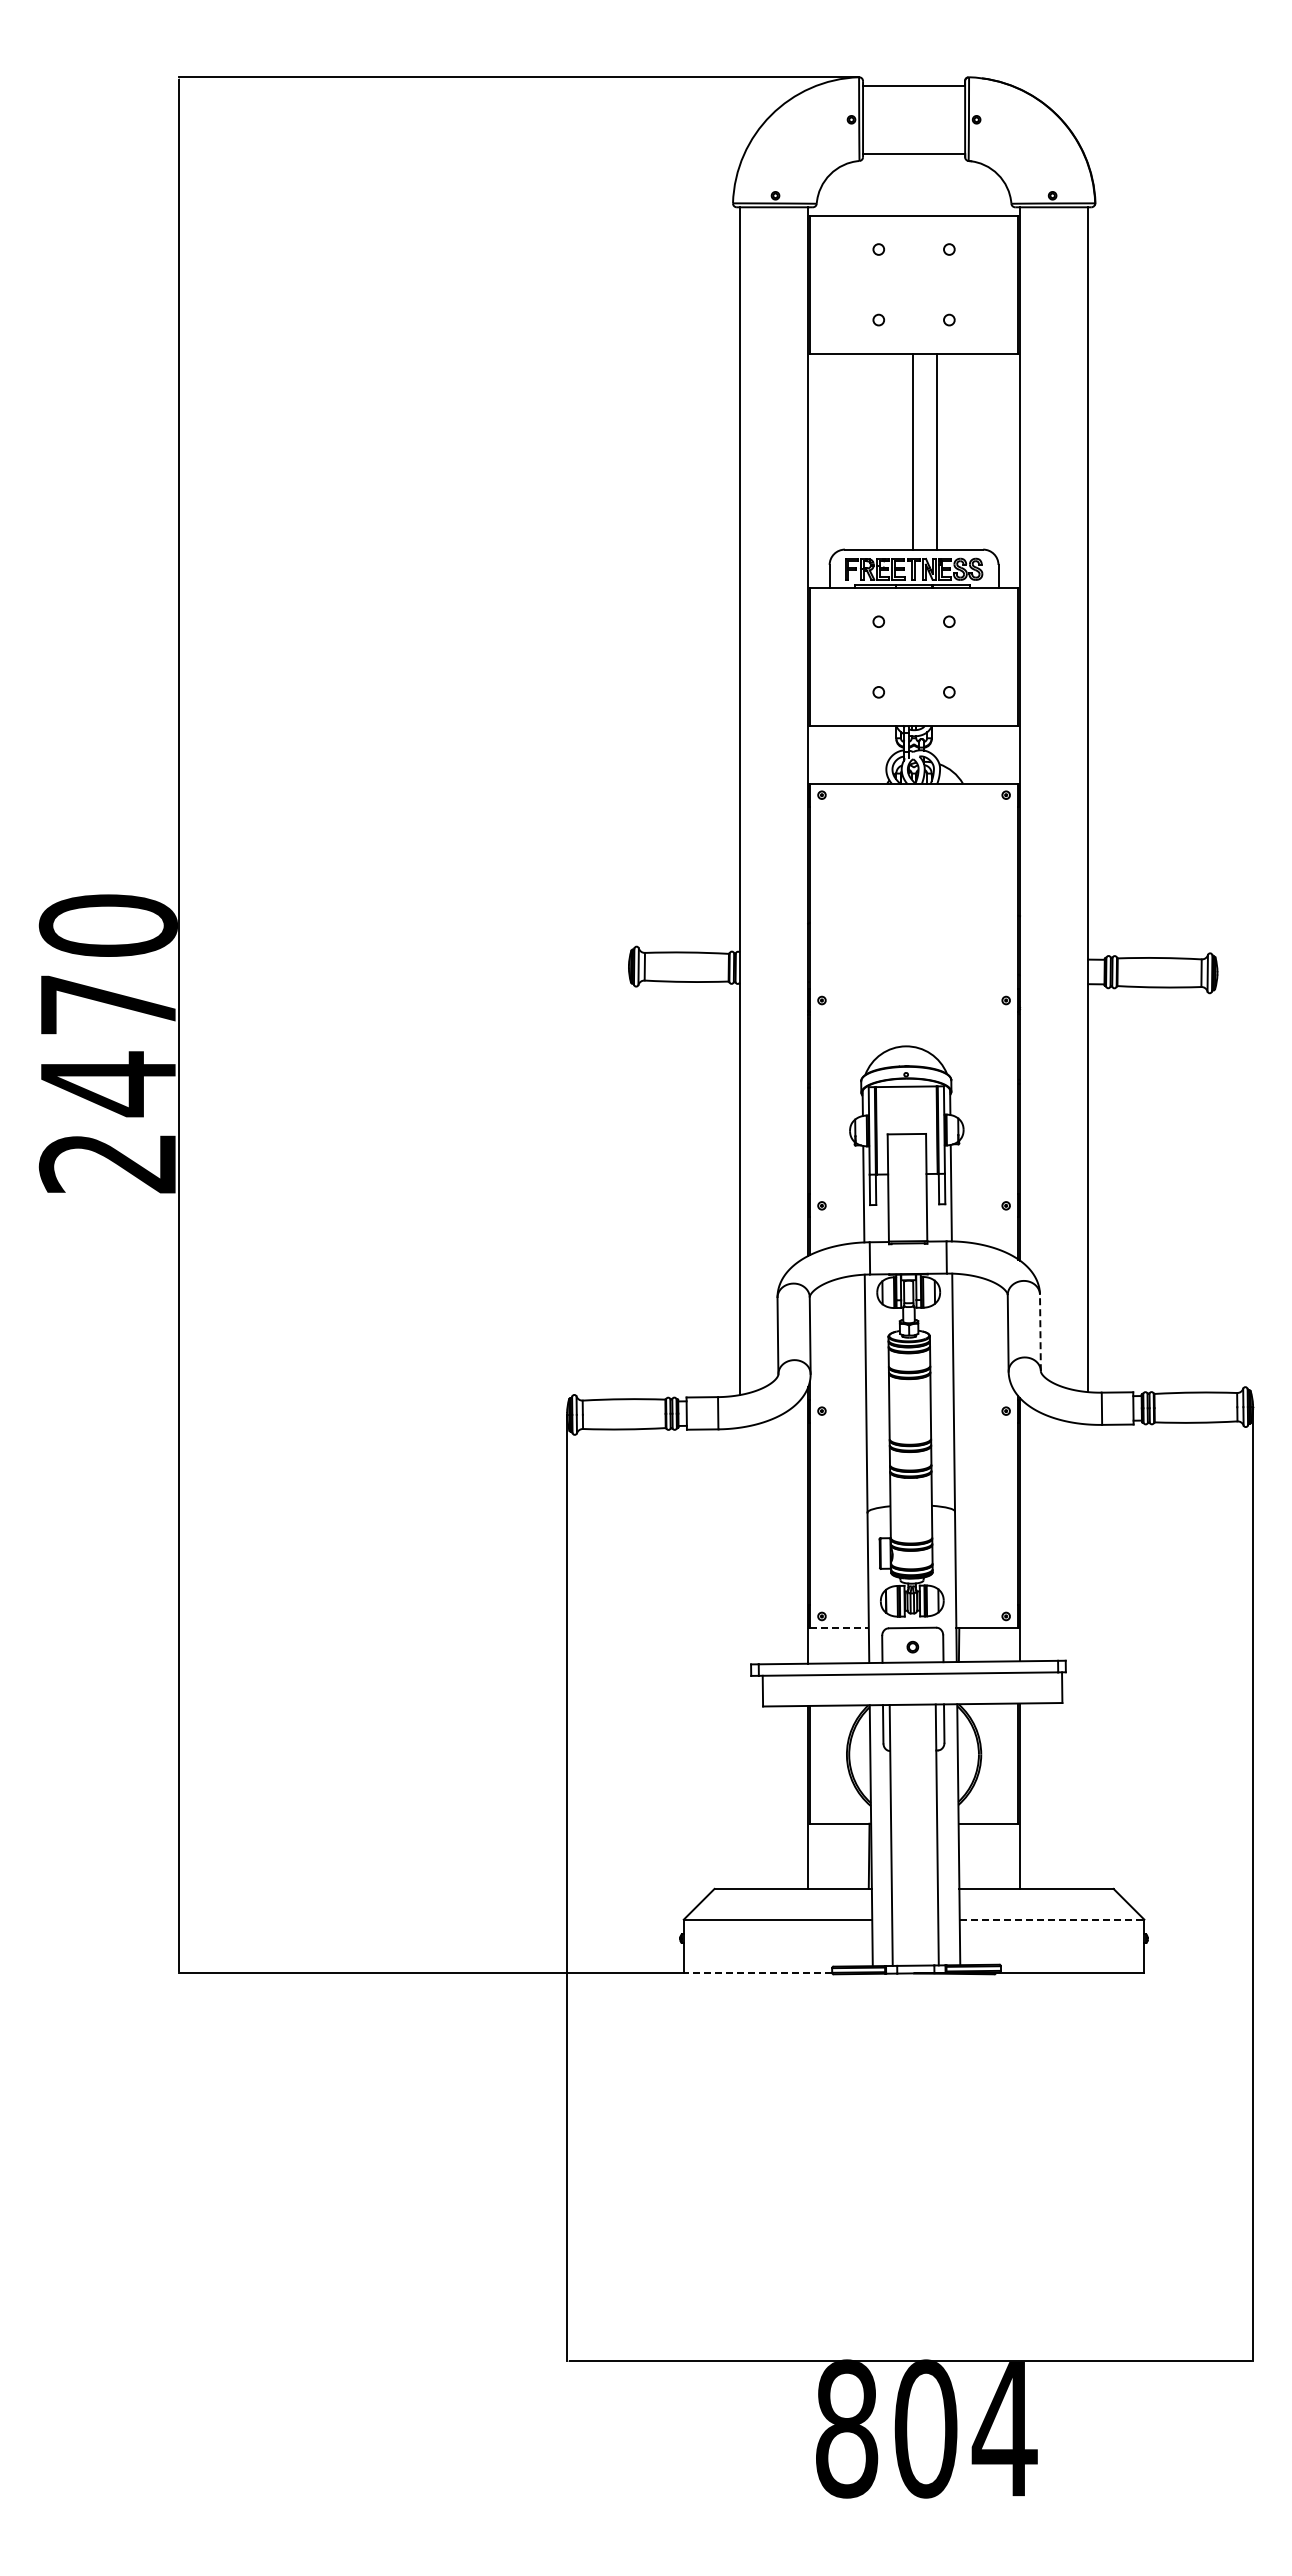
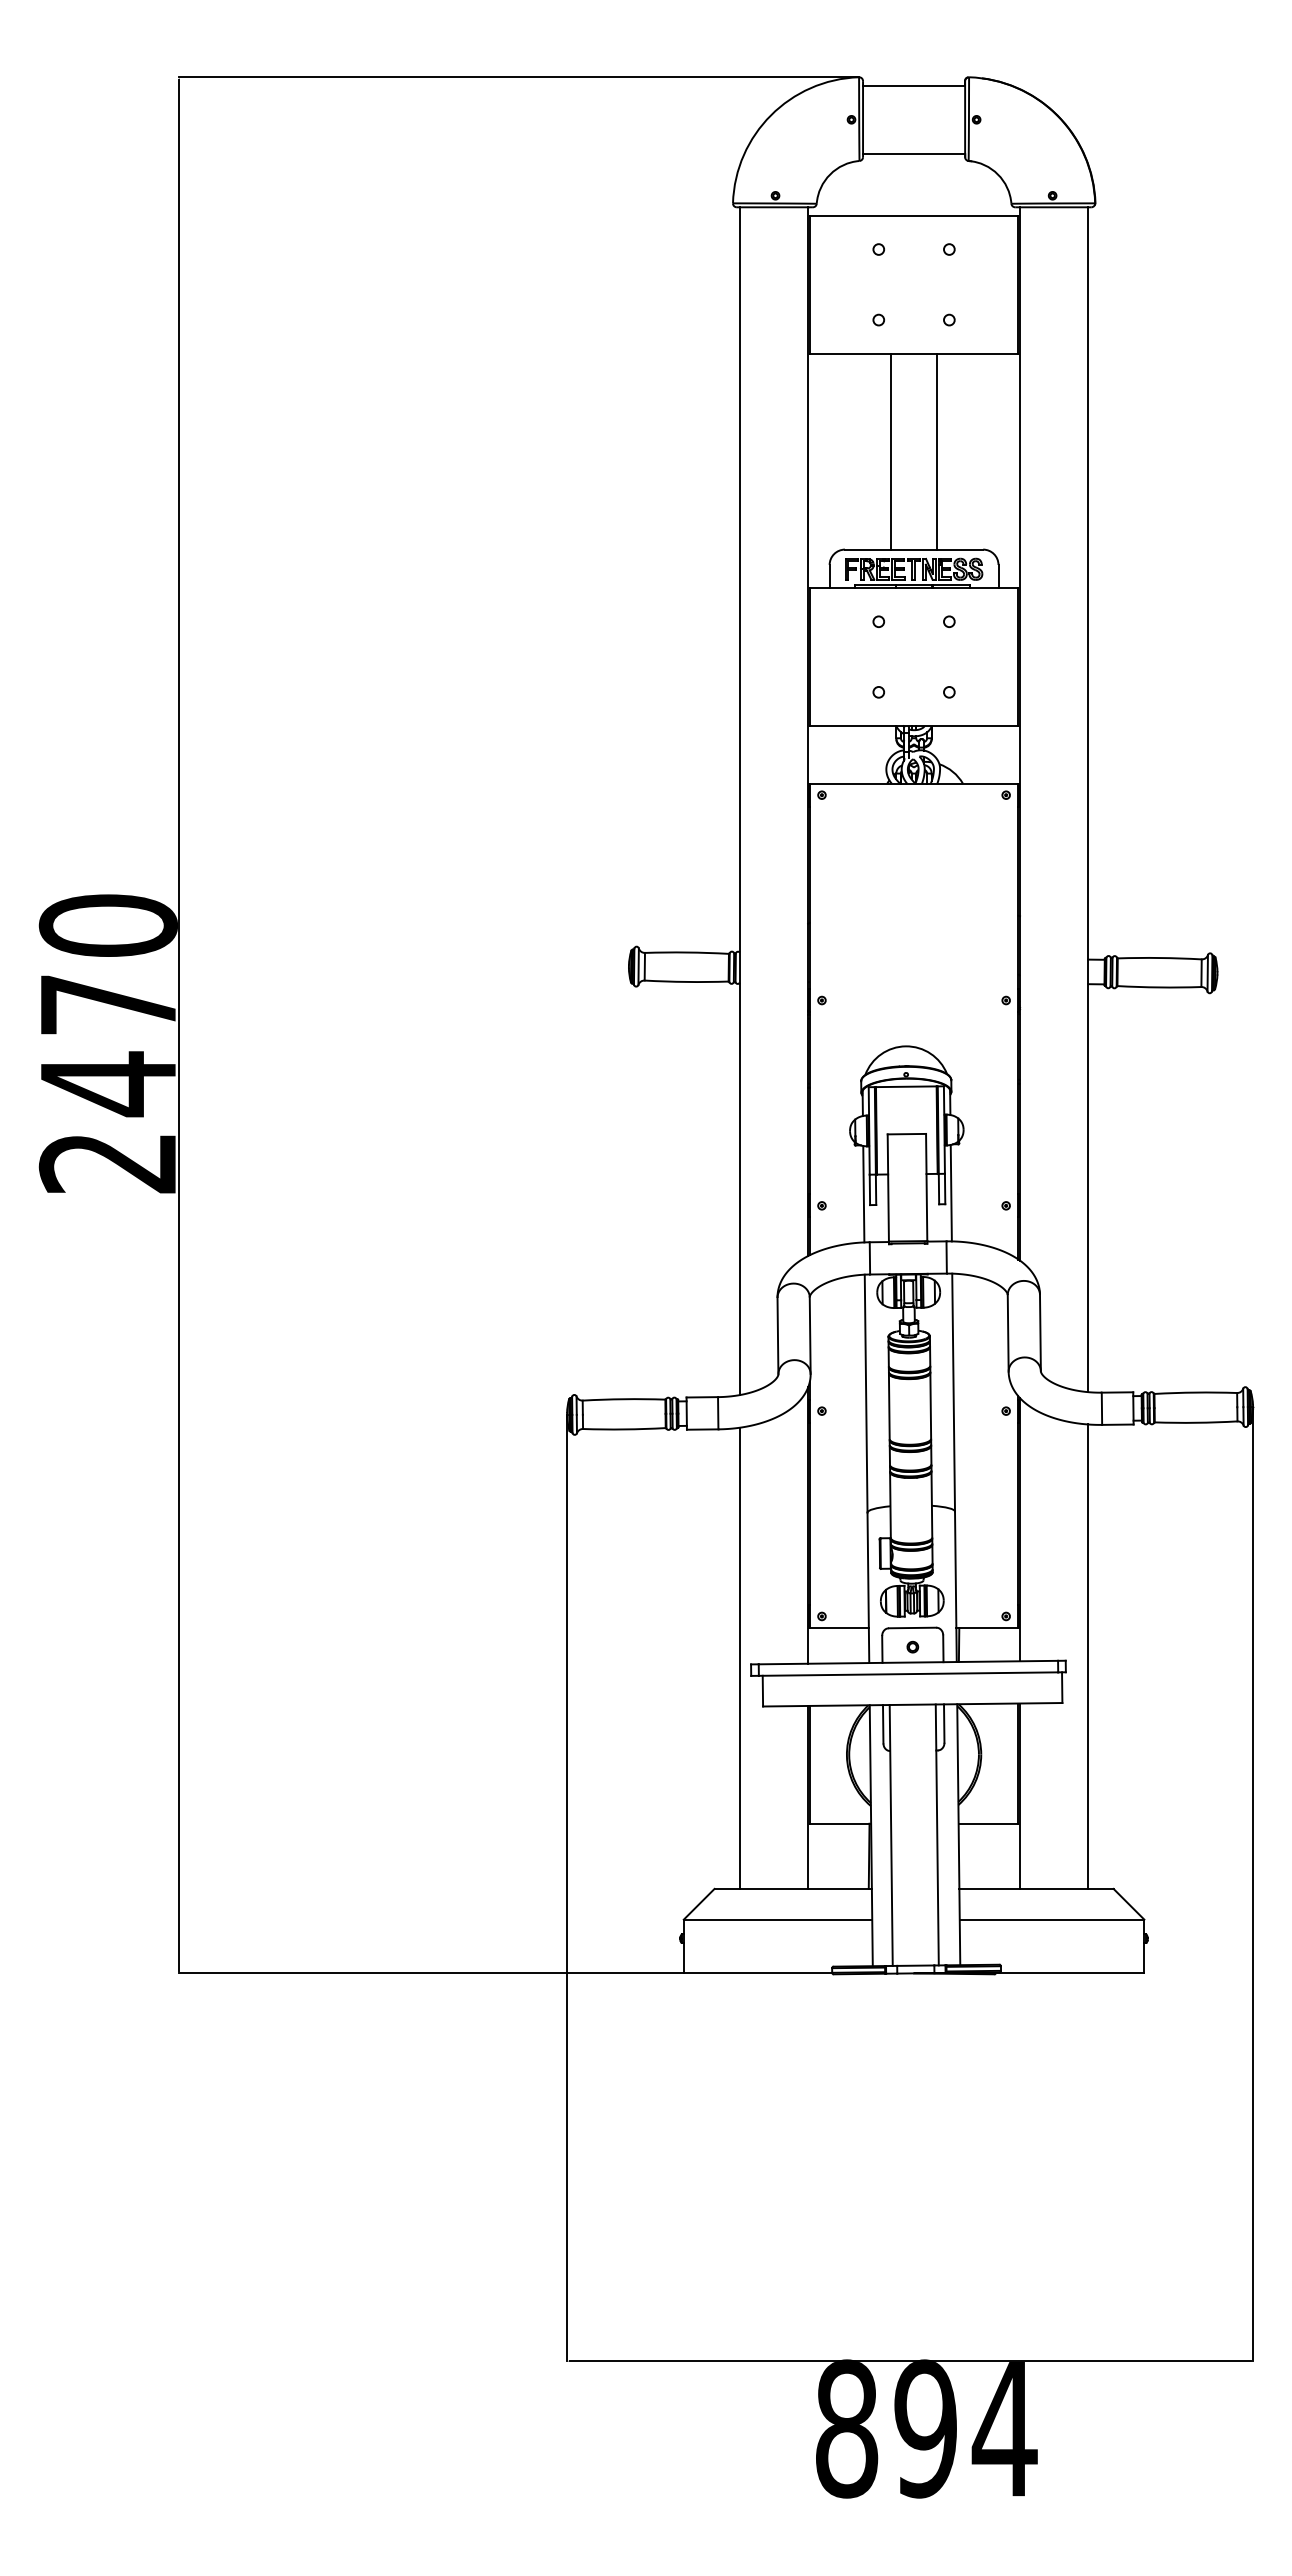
line at (913, 451) position: (913, 451) -> (891, 451)
line at (1040, 1332): dashed -> solid
line at (839, 1627): dashed -> solid
line at (1088, 1656): none -> present
line at (739, 1657): none -> present
line at (1052, 1919): dashed -> solid
line at (757, 1973): dashed -> solid
text at (925, 2428): 804 -> 894
